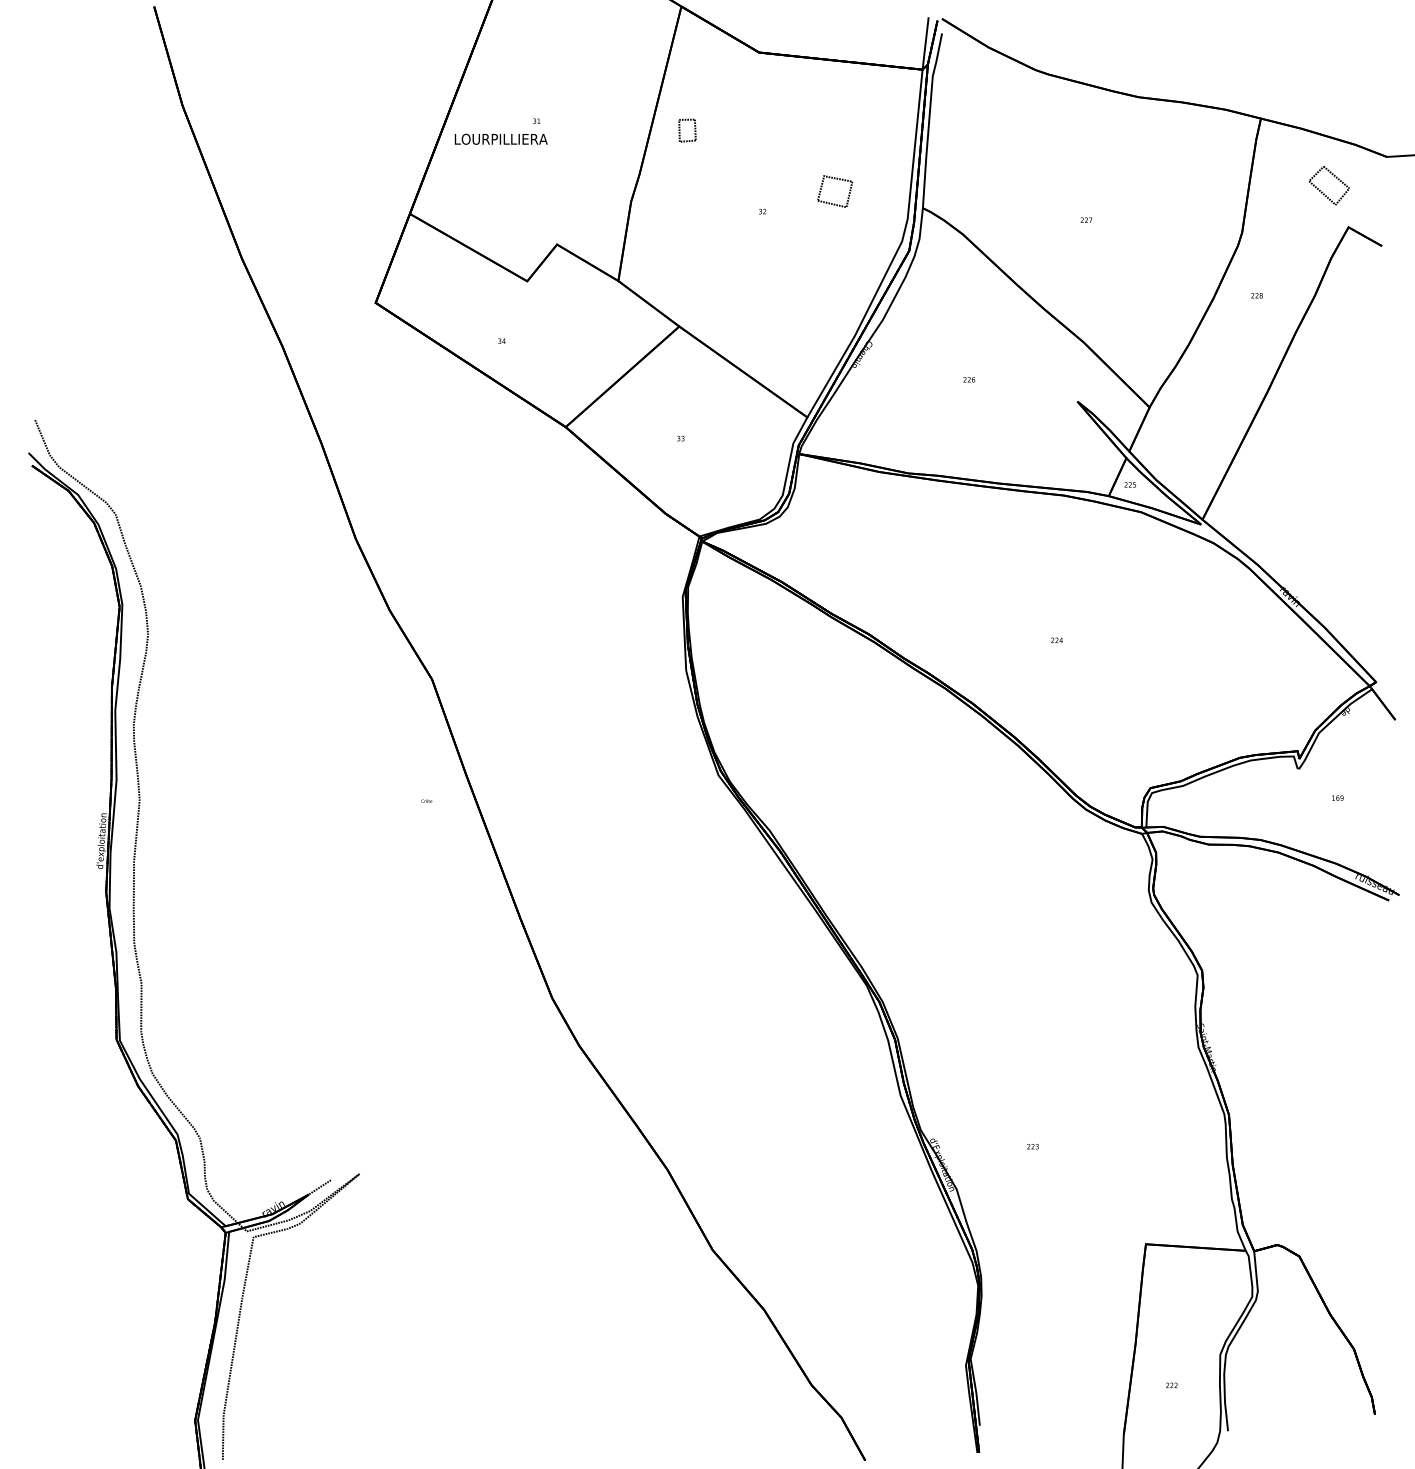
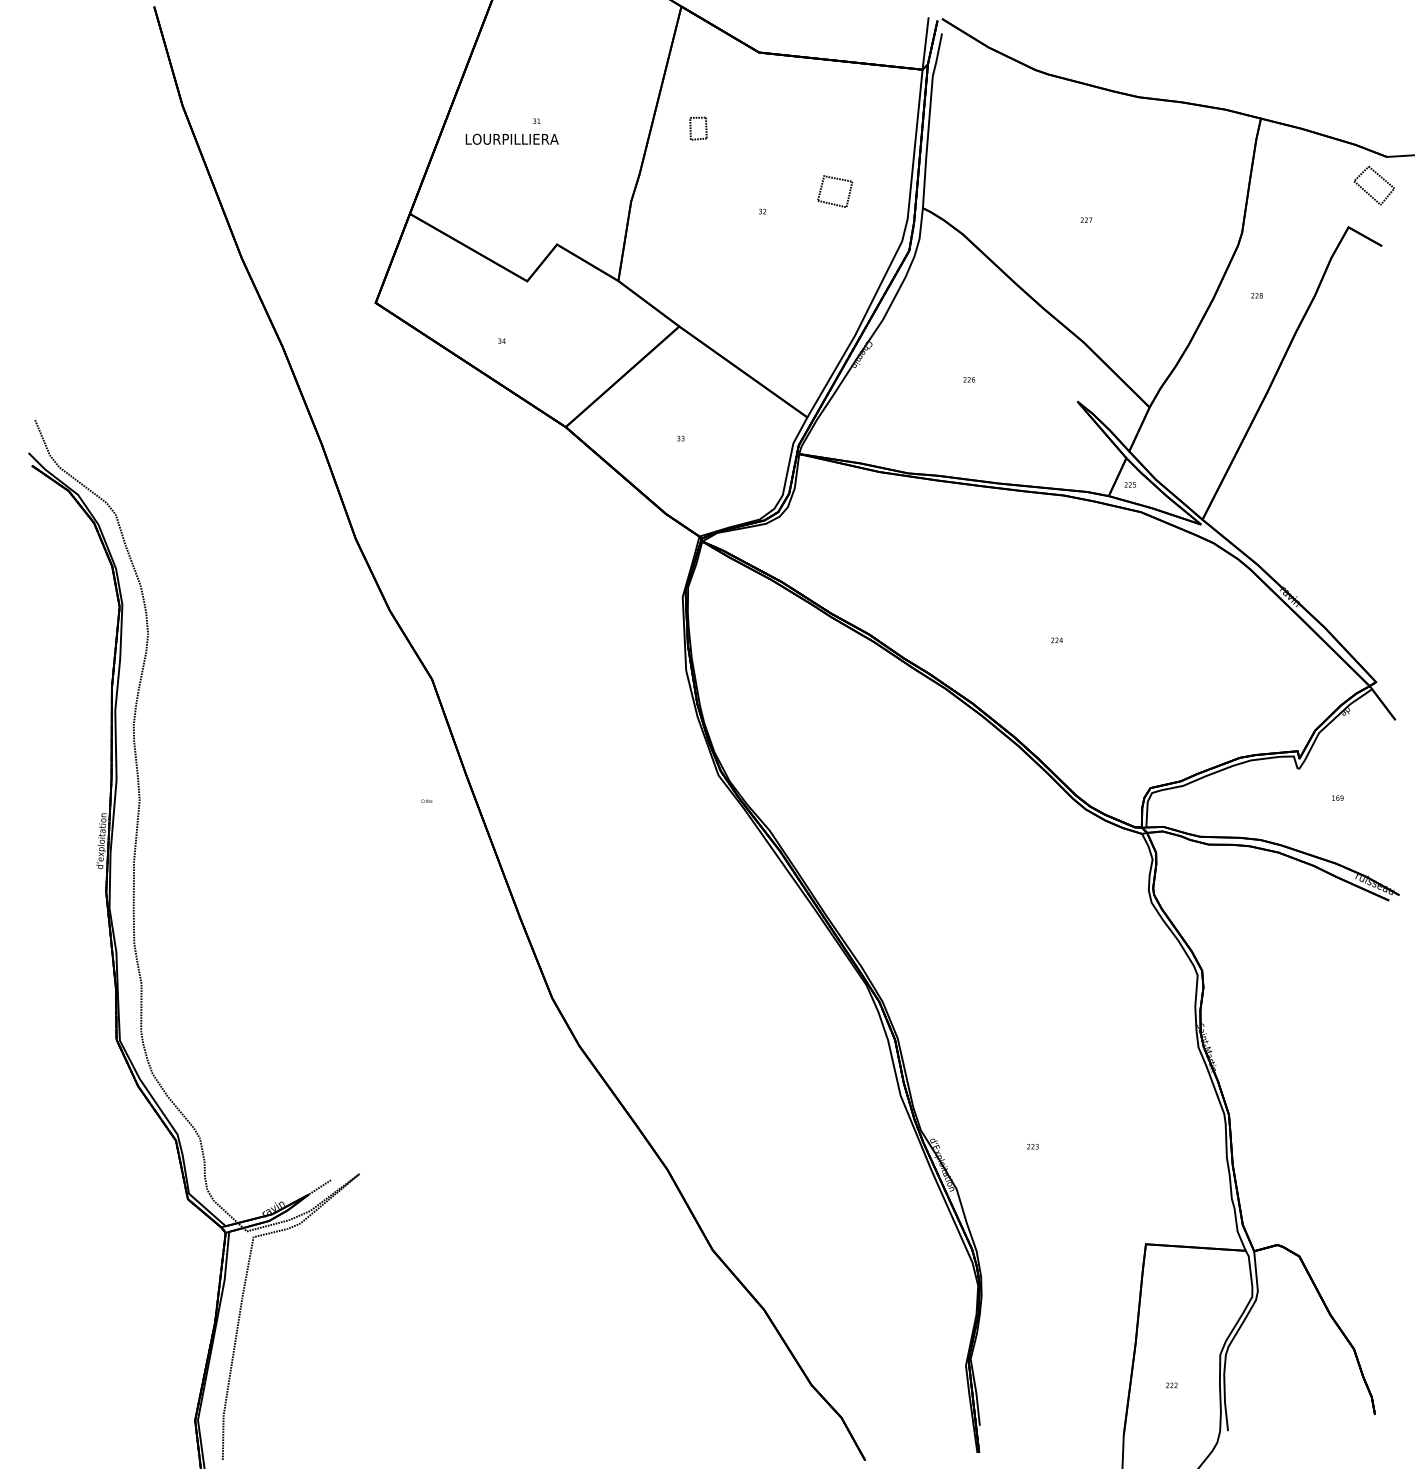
part at (680, 130) position: (680, 130) -> (691, 128)
text at (500, 138) position: (500, 138) -> (511, 138)
part at (1328, 185) position: (1328, 185) -> (1373, 185)
